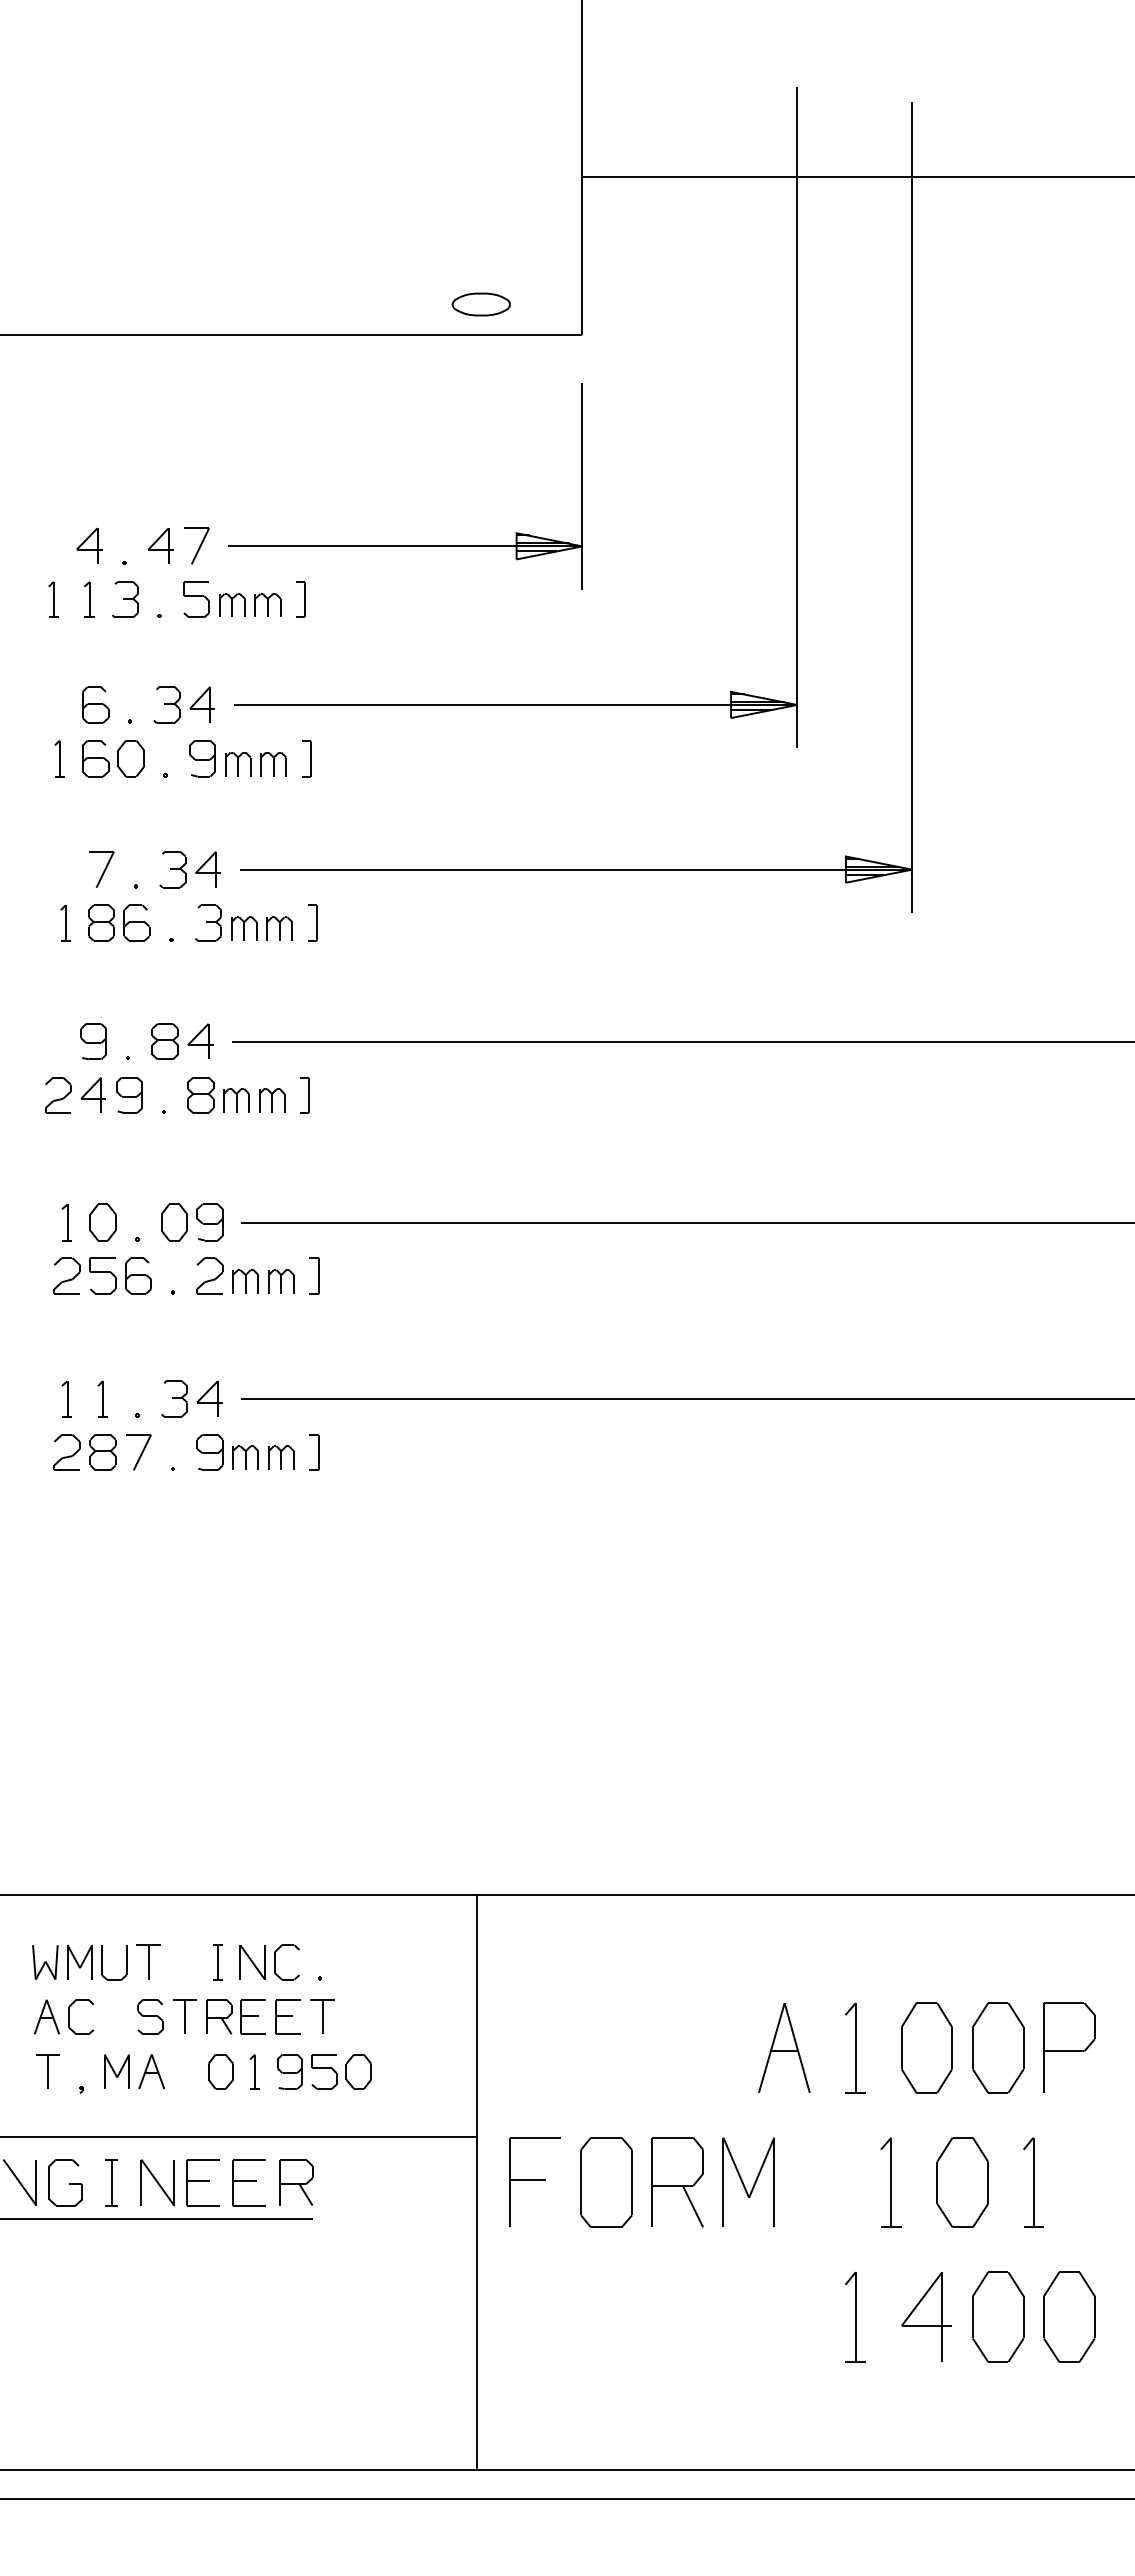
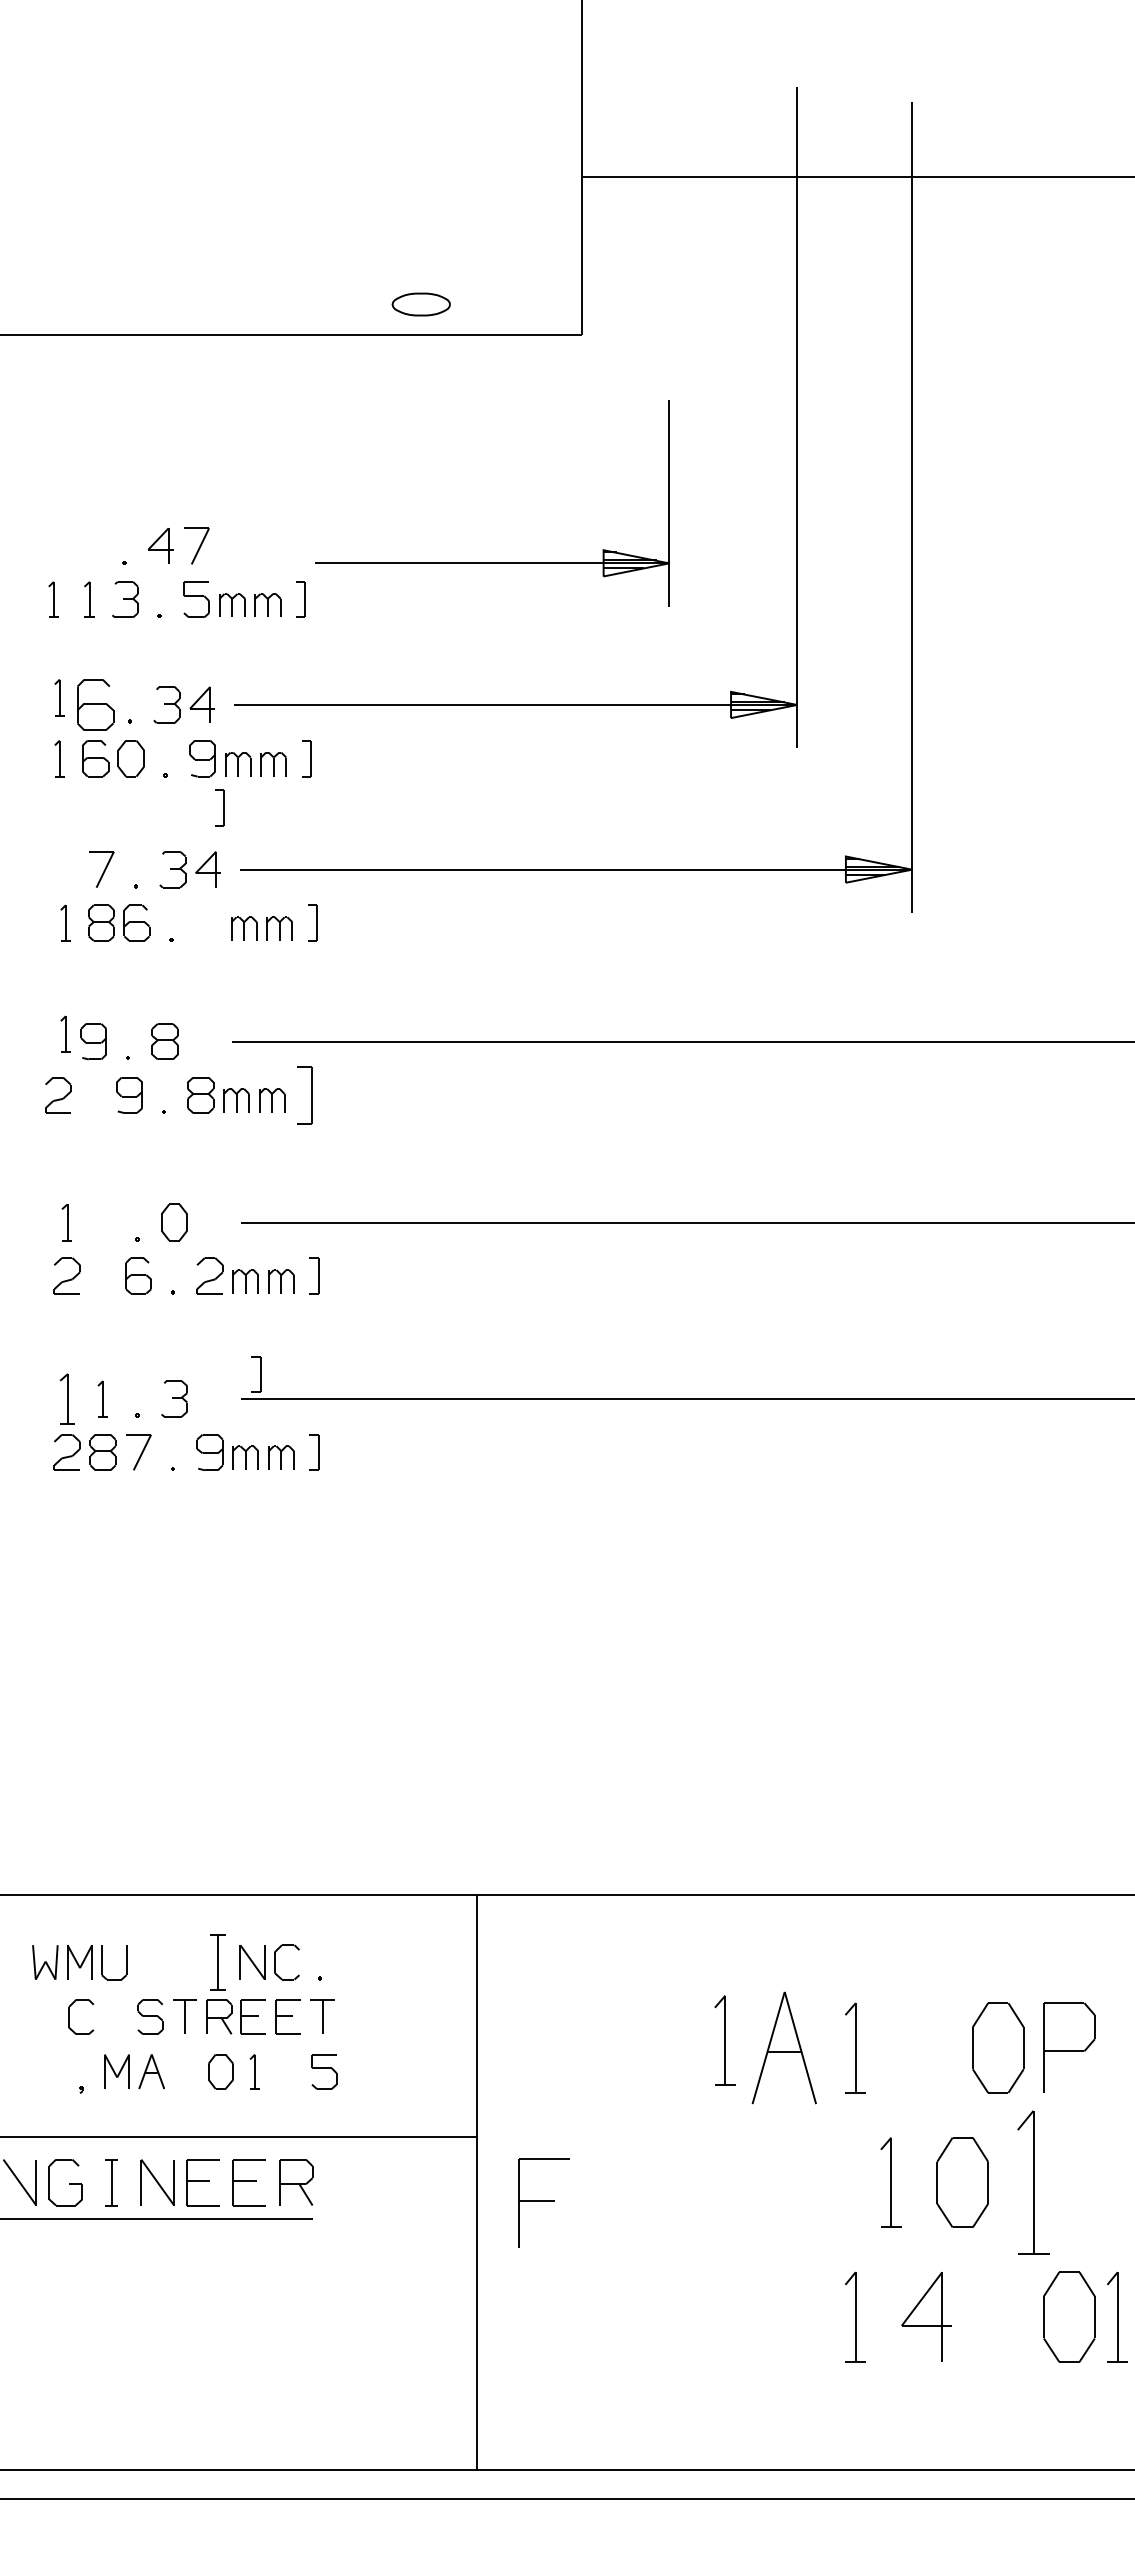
part at (480, 304) position: (480, 304) -> (420, 304)
part at (89, 545): present -> none
part at (405, 545) position: (405, 545) -> (492, 562)
part at (59, 697): none -> present
part at (95, 704) size: 28x38 px -> 38x52 px
part at (219, 807): none -> present
part at (208, 922): present -> none
part at (65, 1033): none -> present
part at (200, 1040): present -> none
part at (92, 1094): present -> none
part at (304, 1095) size: 10x37 px -> 16x59 px
part at (102, 1222): present -> none
part at (209, 1222): present -> none
part at (102, 1275): present -> none
part at (256, 1374): none -> present
part at (66, 1398) size: 11x38 px -> 16x52 px
part at (209, 1398): present -> none
part at (148, 1961): present -> none
part at (217, 1962) size: 10x37 px -> 16x57 px
part at (46, 2016): present -> none
part at (724, 2040): none -> present
part at (784, 2047) size: 53x90 px -> 66x114 px
part at (926, 2047): present -> none
part at (47, 2071): present -> none
part at (289, 2071): present -> none
part at (358, 2071): present -> none
part at (534, 2181) position: (534, 2181) -> (543, 2202)
part at (748, 2181): present -> none
part at (606, 2182): present -> none
part at (677, 2182): present -> none
part at (1033, 2182) size: 21x91 px -> 33x145 px
part at (998, 2316): present -> none
part at (1117, 2317): none -> present
